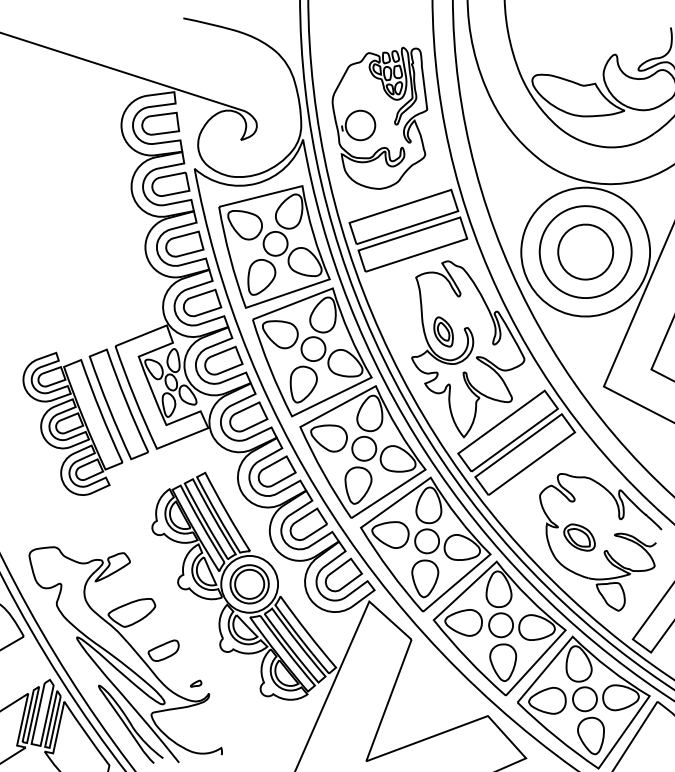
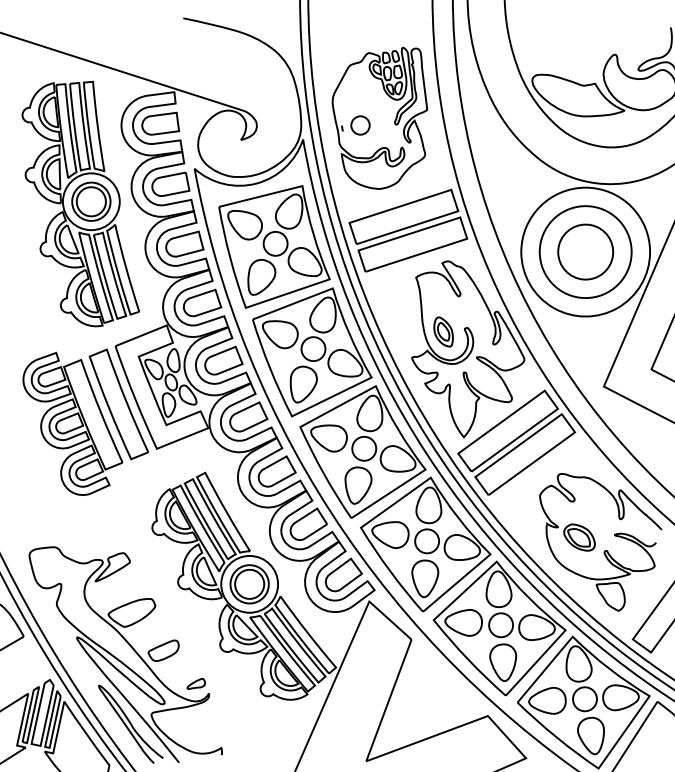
circle at (360, 125) diameter: 29 px -> 18 px
part at (80, 203): none -> present
part at (196, 683) size: 13x9 px -> 20x13 px
